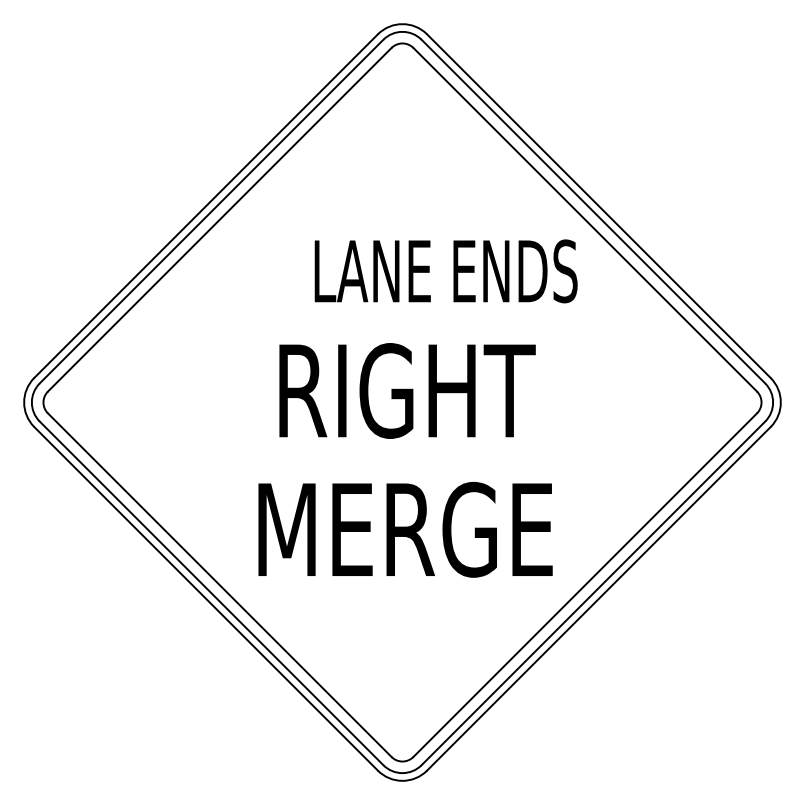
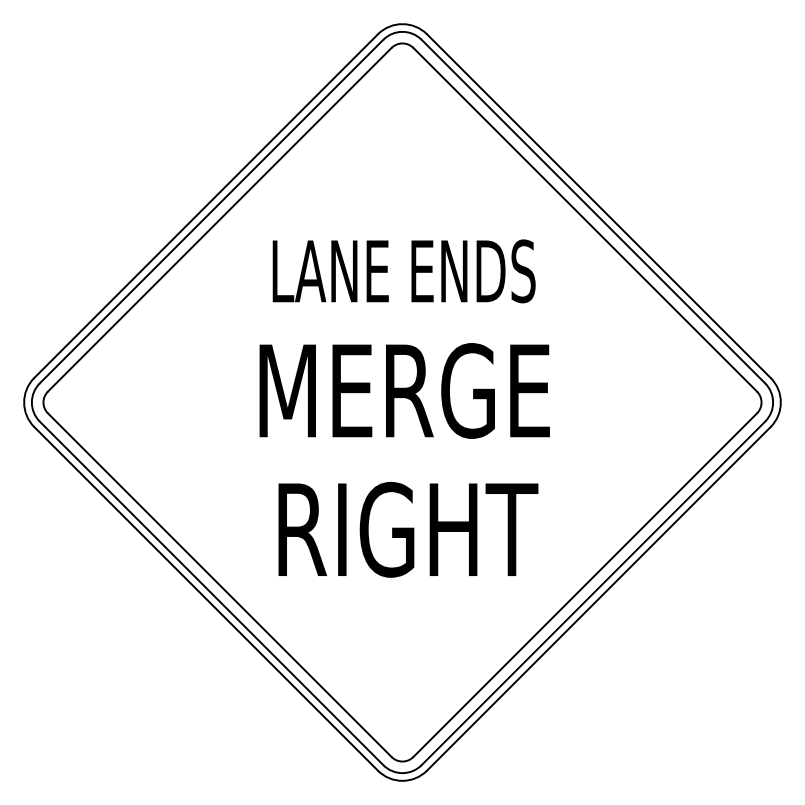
text at (445, 271) position: (445, 271) -> (403, 271)
text at (404, 390): RIGHT -> MERGE
text at (405, 529): MERGE -> RIGHT
